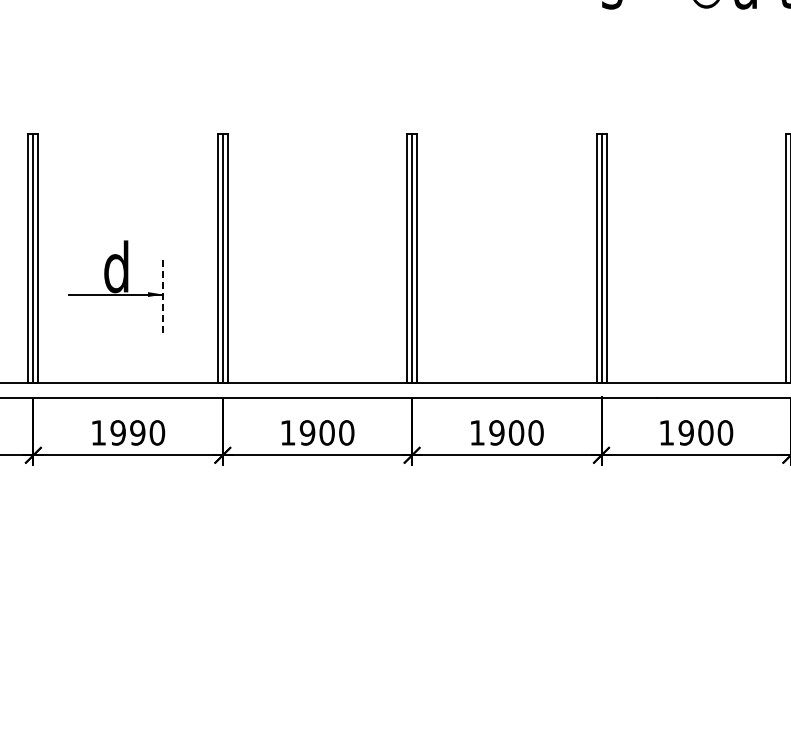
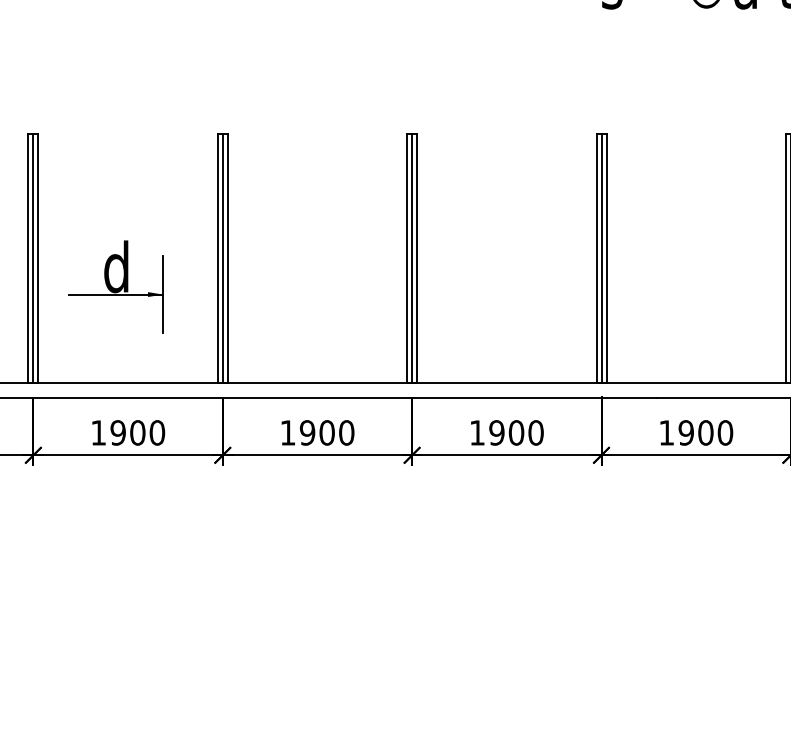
line at (163, 294): dashed -> solid
text at (137, 432): 1990 -> 1900
